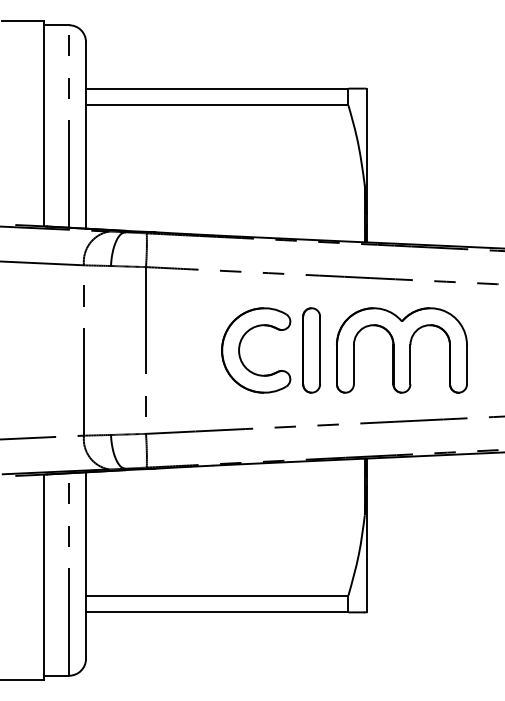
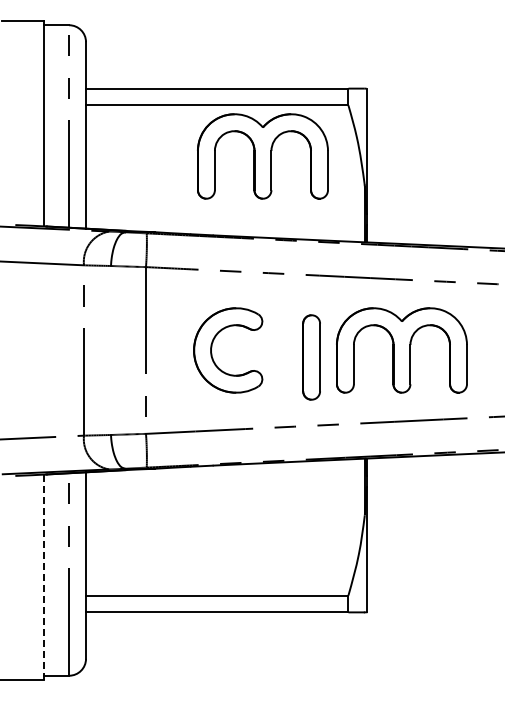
part at (262, 156): none -> present
part at (240, 347) position: (240, 347) -> (212, 347)
part at (311, 350) position: (311, 350) -> (311, 357)
line at (43, 577): solid -> dashed
